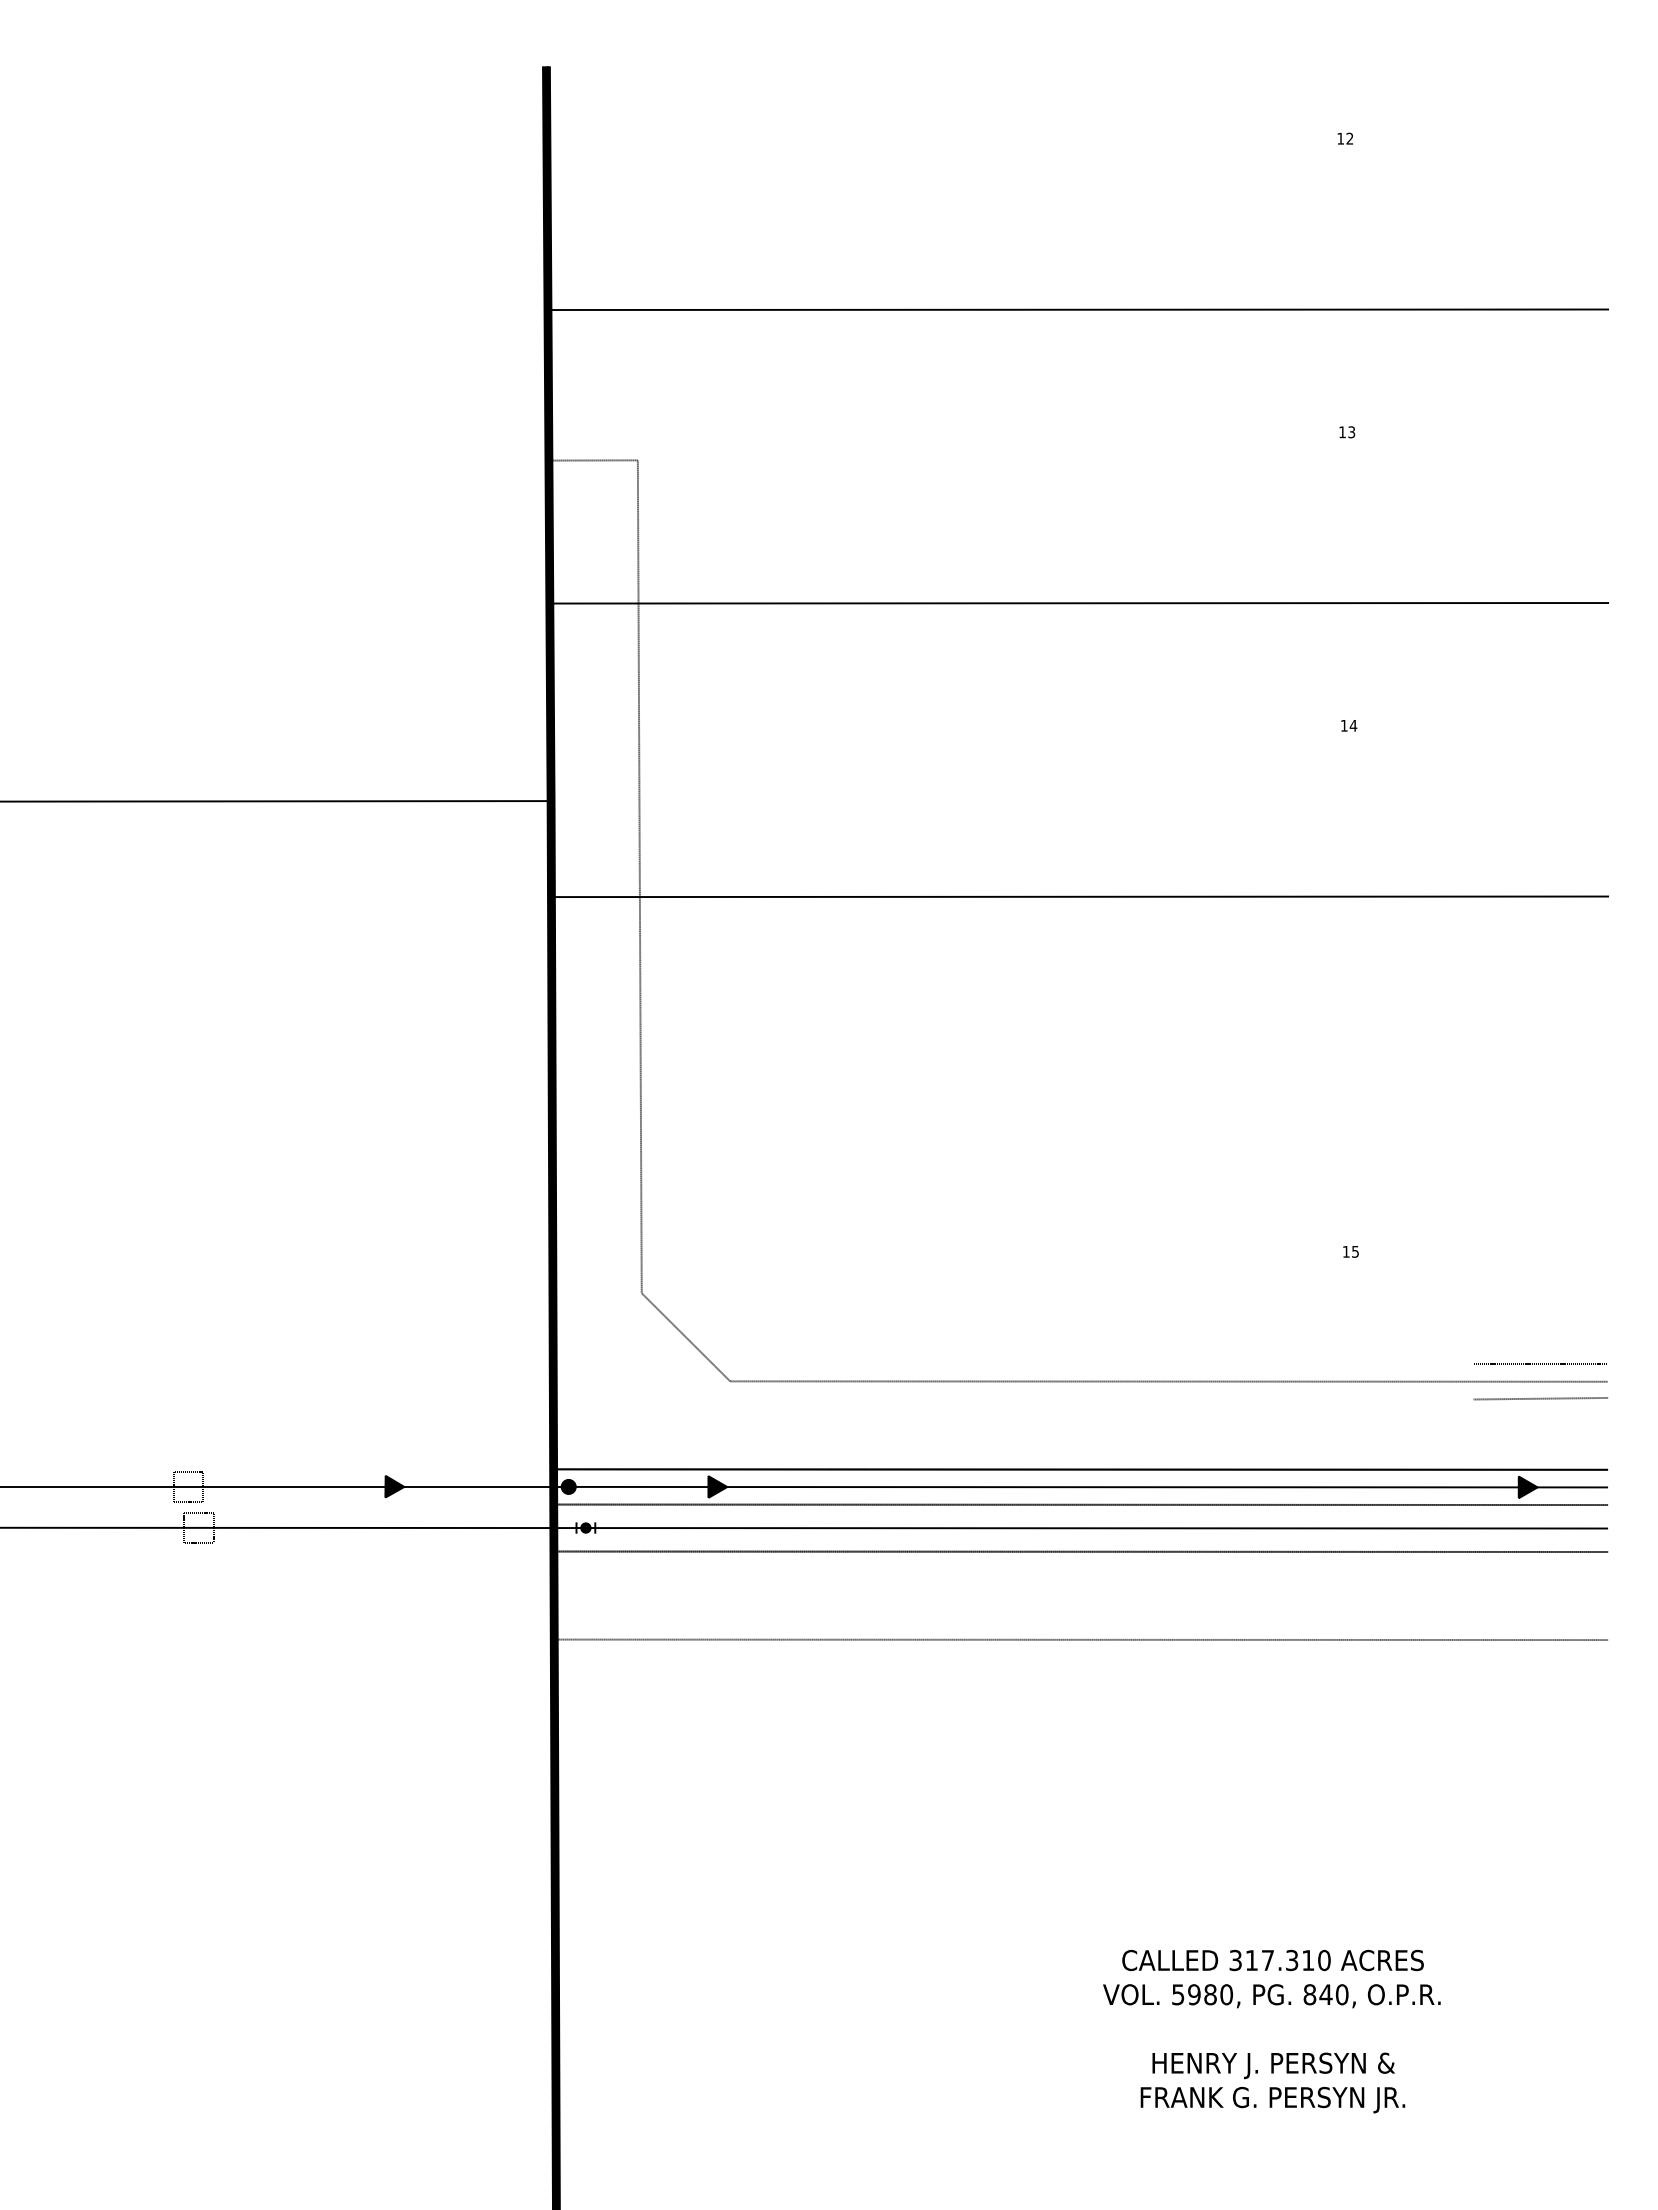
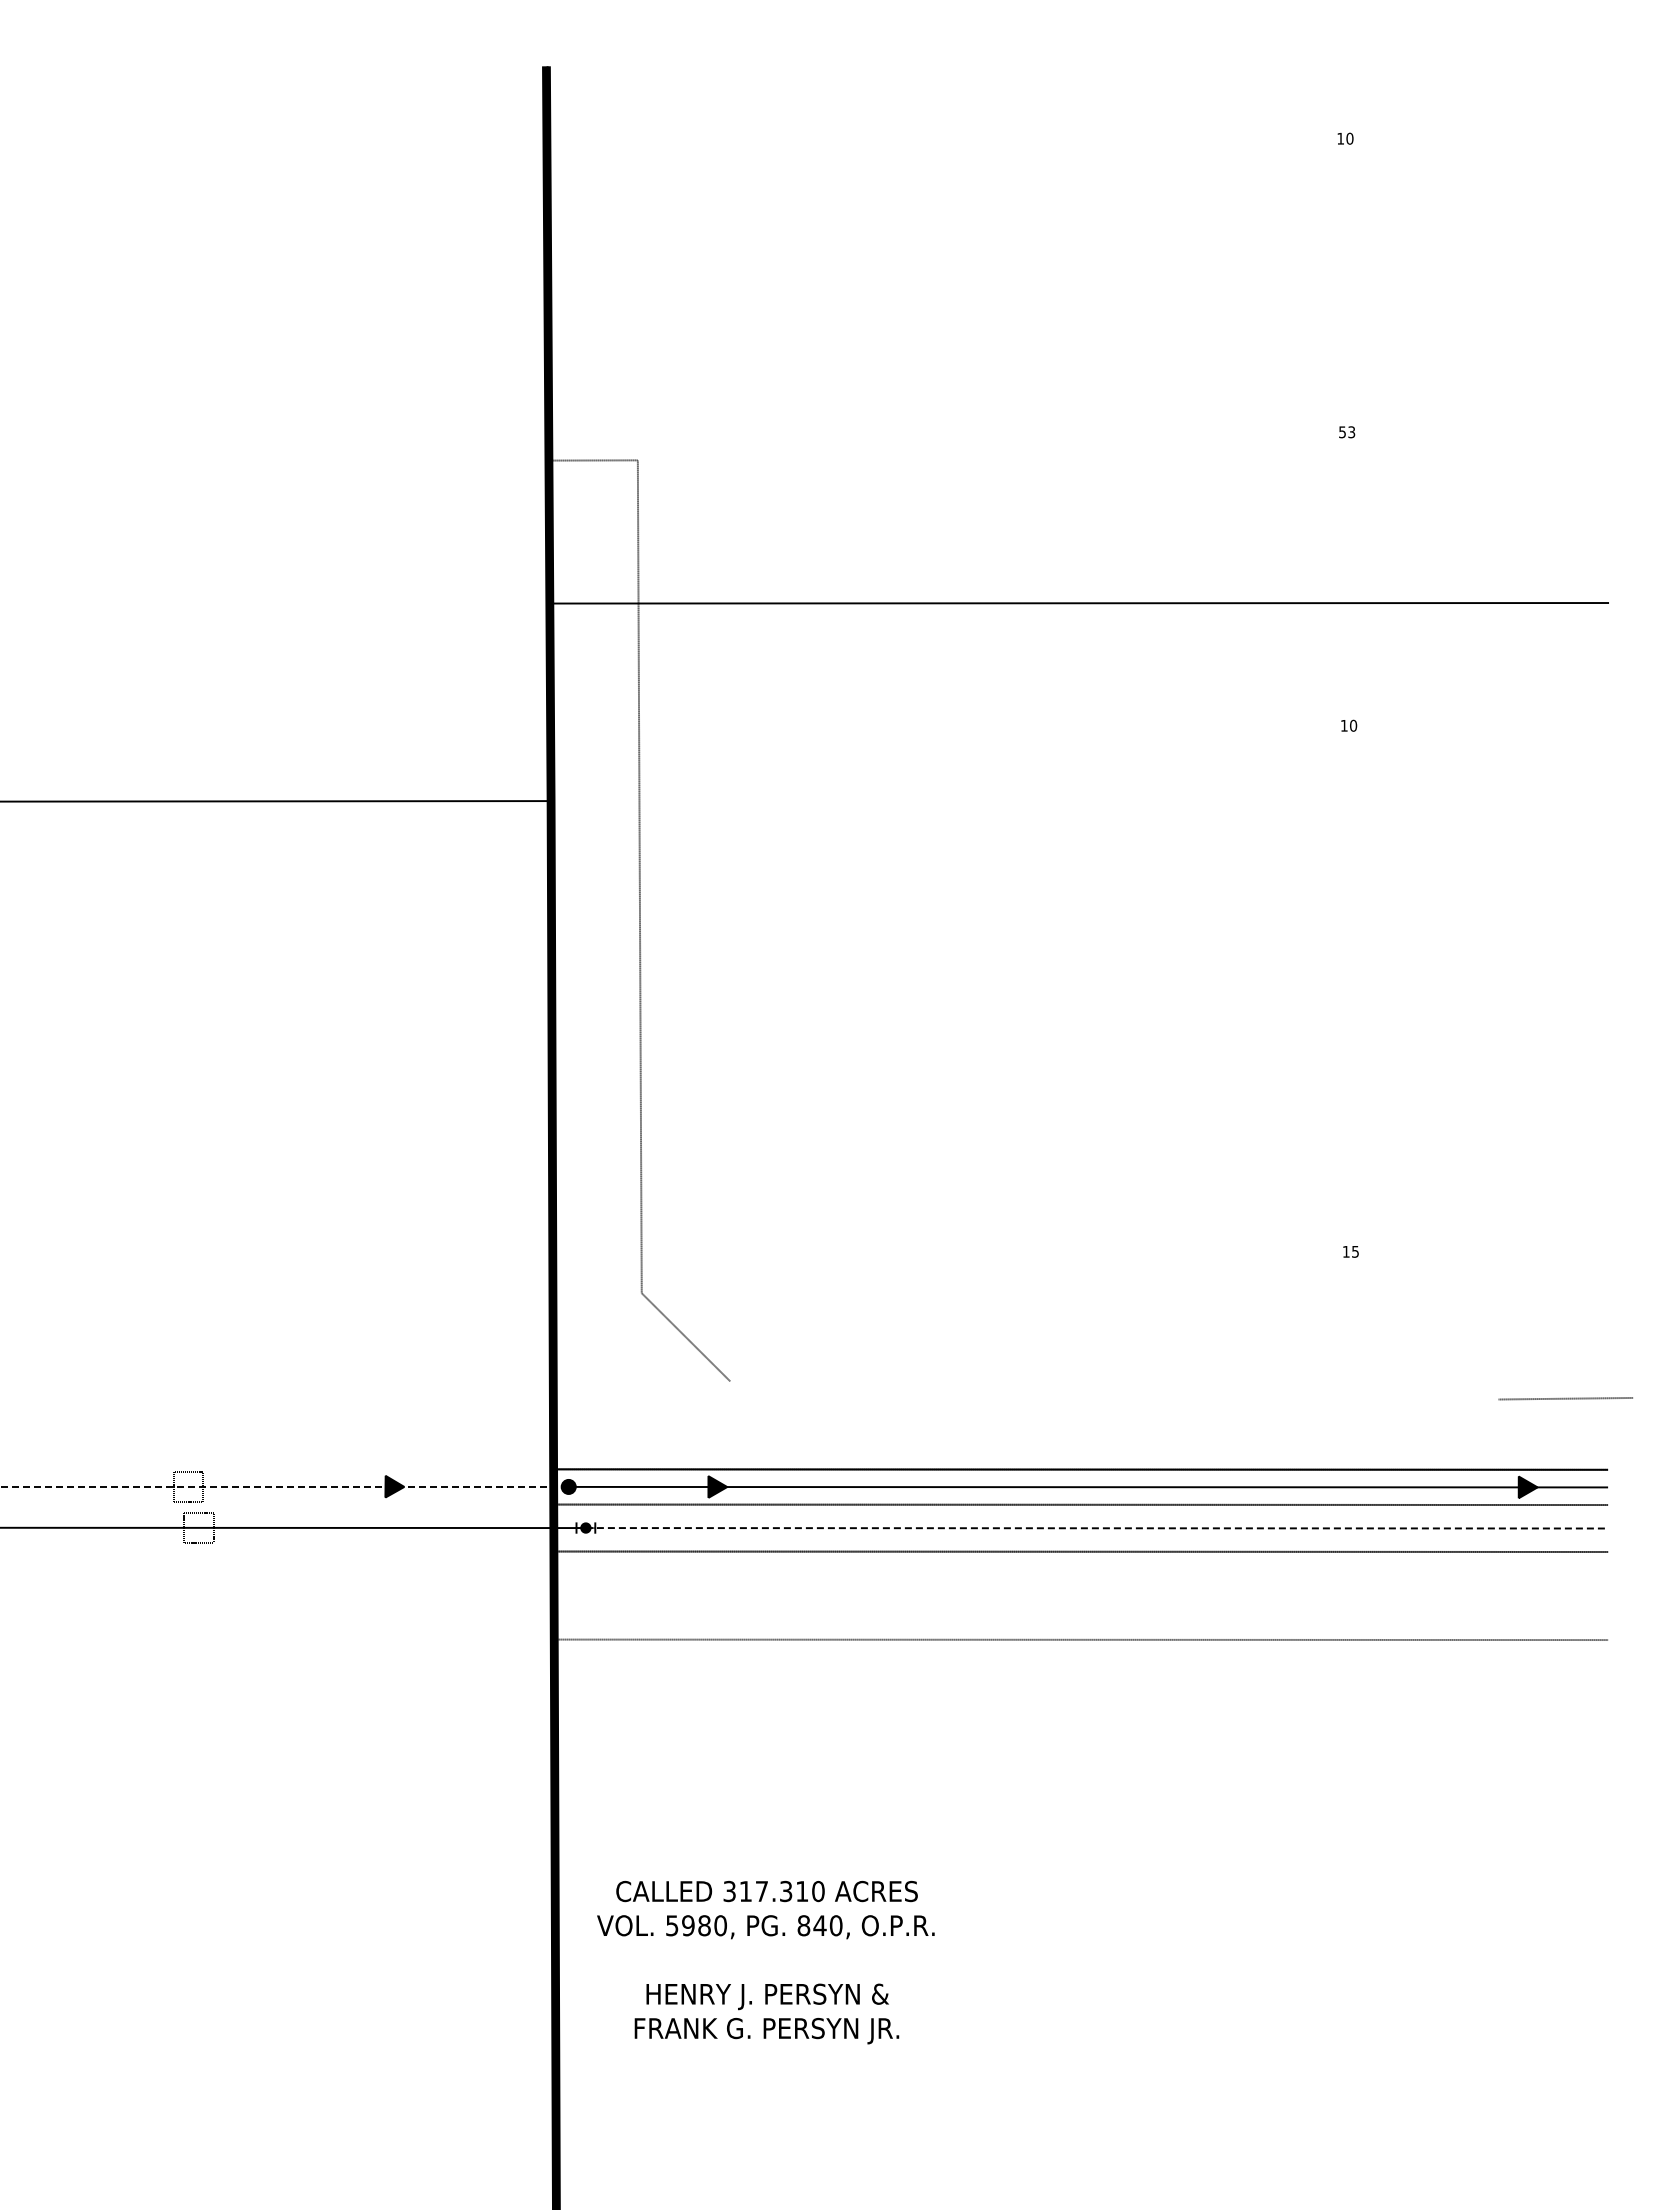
text at (1349, 138): 12 -> 10
line at (1078, 309): present -> none
text at (1342, 432): 13 -> 53
text at (1353, 725): 14 -> 10
line at (1079, 896): present -> none
line at (1540, 1363): present -> none
line at (1169, 1381): present -> none
line at (1540, 1398) position: (1540, 1398) -> (1565, 1398)
line at (284, 1486): solid -> dashed
line at (1097, 1528): solid -> dashed
text at (1271, 2031) position: (1271, 2031) -> (765, 1962)
